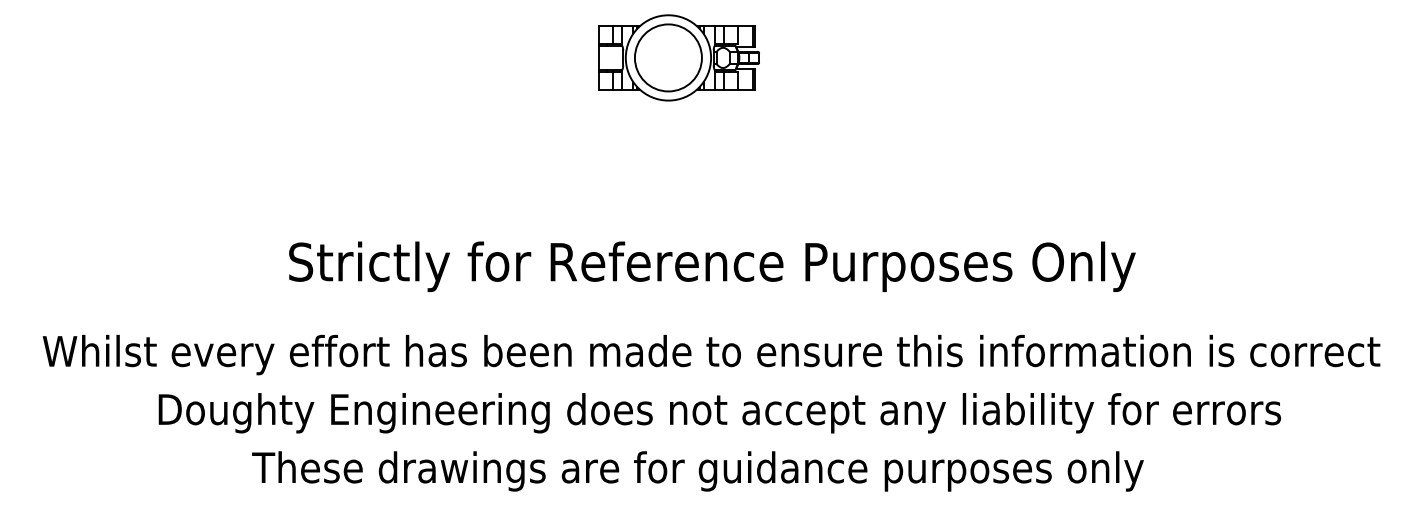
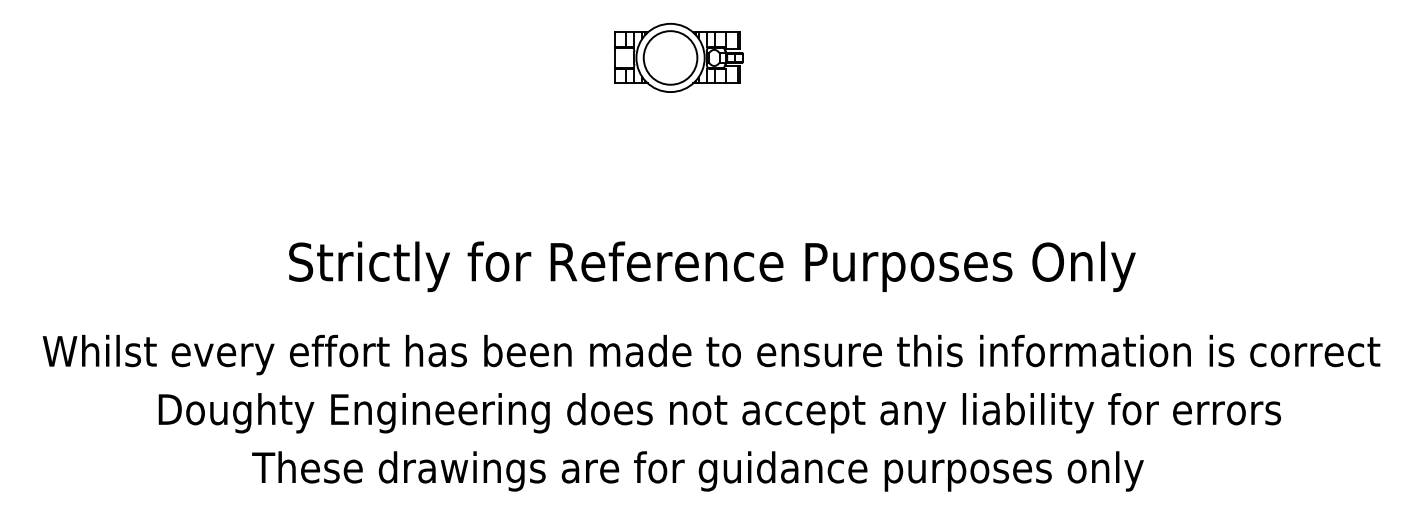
part at (678, 57) size: 162x88 px -> 130x71 px
